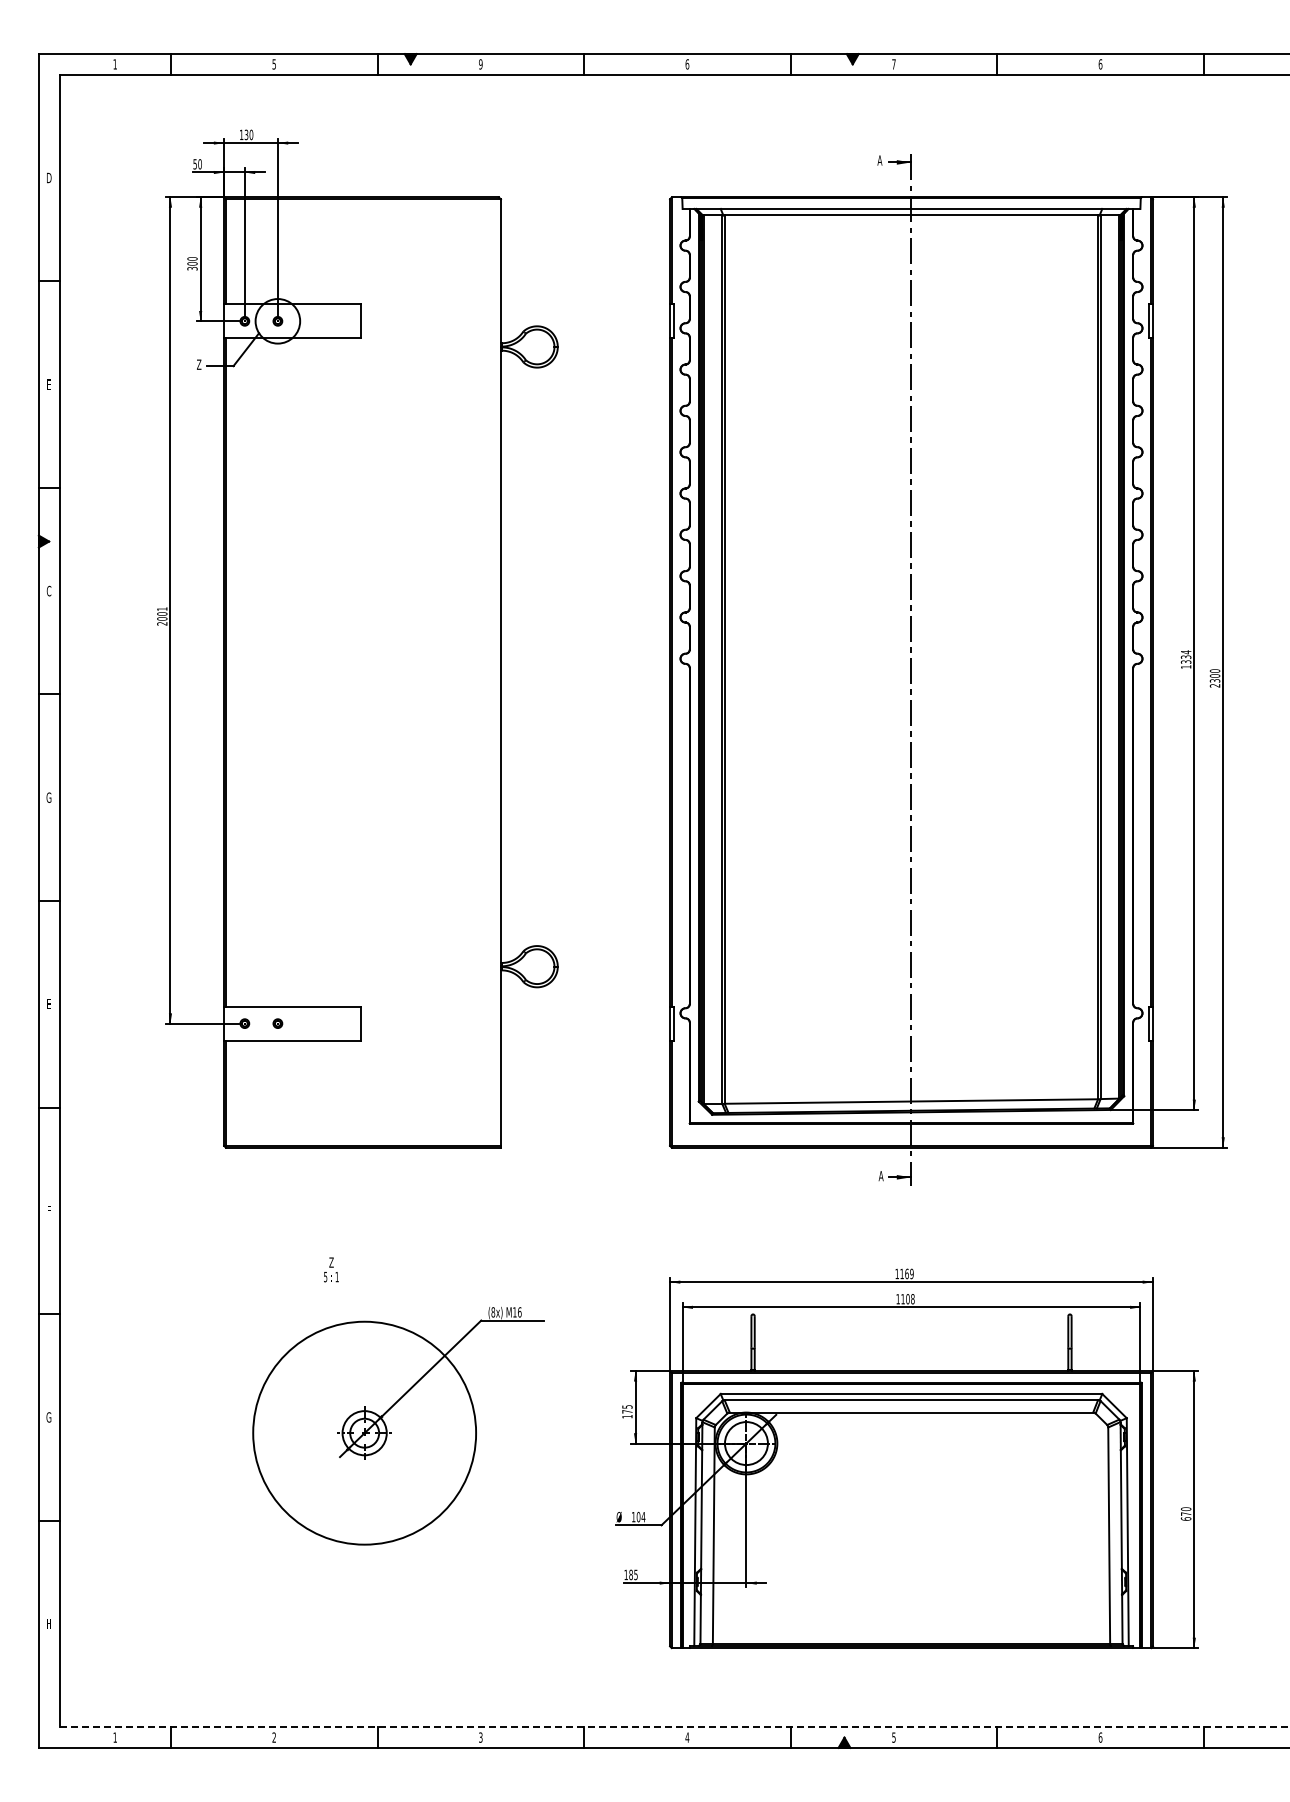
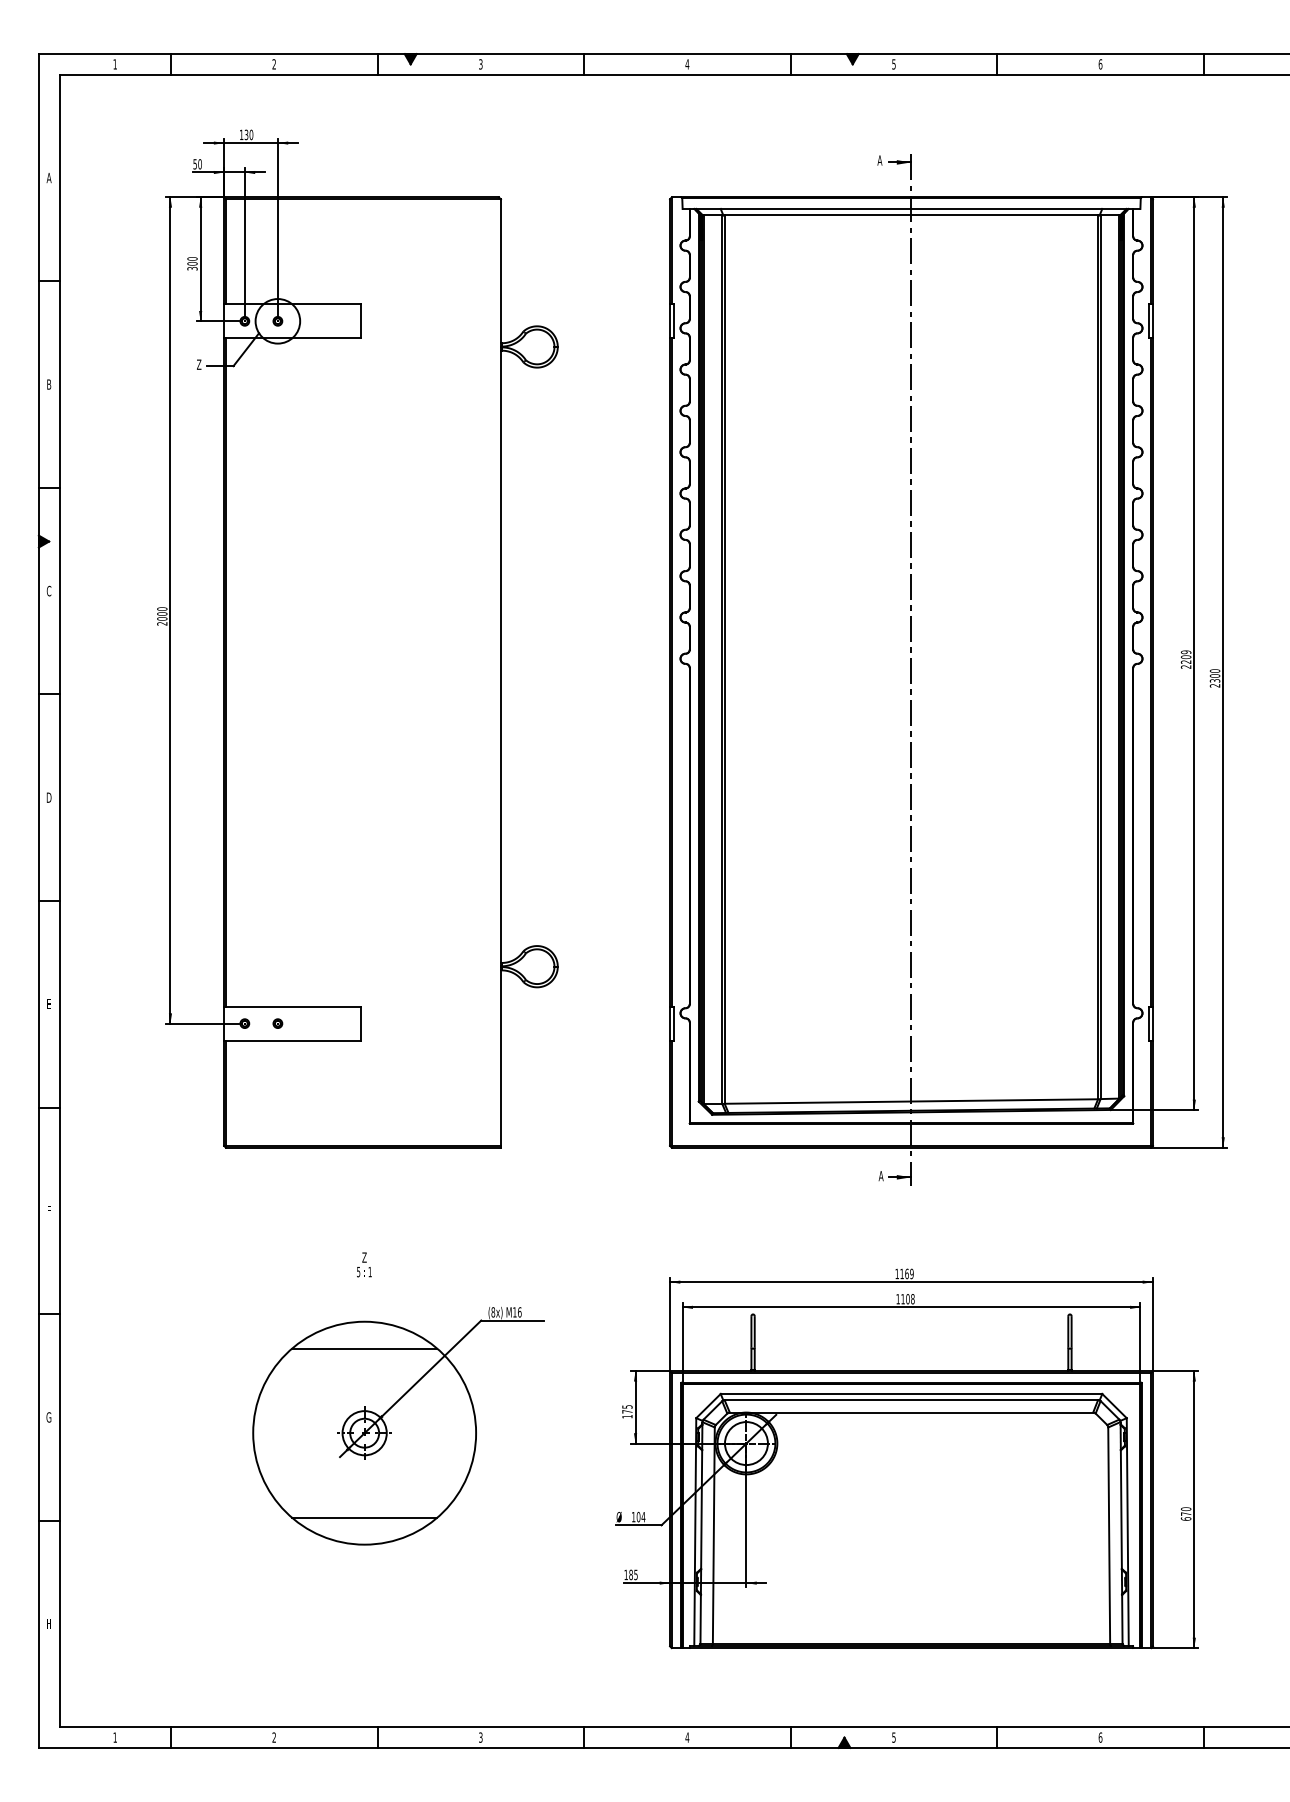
text at (273, 64): 5 -> 2
text at (480, 64): 9 -> 3
text at (687, 64): 6 -> 4
text at (893, 64): 7 -> 5
text at (48, 177): D -> A
text at (49, 384): E -> B
text at (162, 608): 2001 -> 2000
text at (1185, 659): 1334 -> 2209
text at (48, 797): G -> D
text at (331, 1269) position: (331, 1269) -> (364, 1264)
line at (364, 1348): none -> present
line at (364, 1517): none -> present
line at (674, 1727): dashed -> solid
